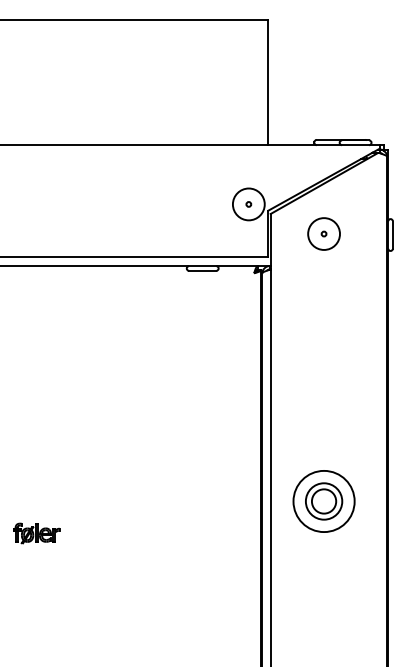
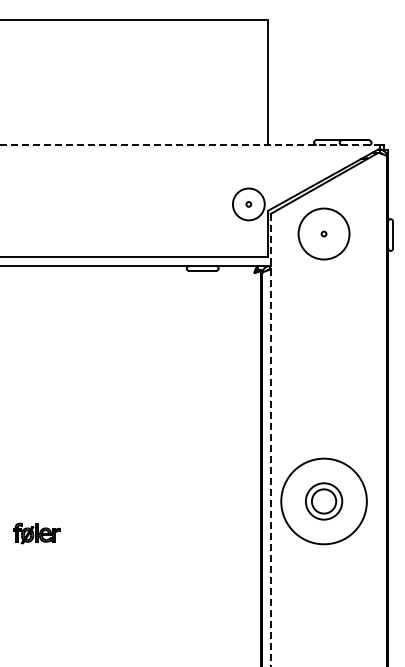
line at (190, 145): solid -> dashed
circle at (323, 233) diameter: 32 px -> 51 px
line at (270, 439): solid -> dashed
circle at (323, 501) diameter: 61 px -> 86 px
